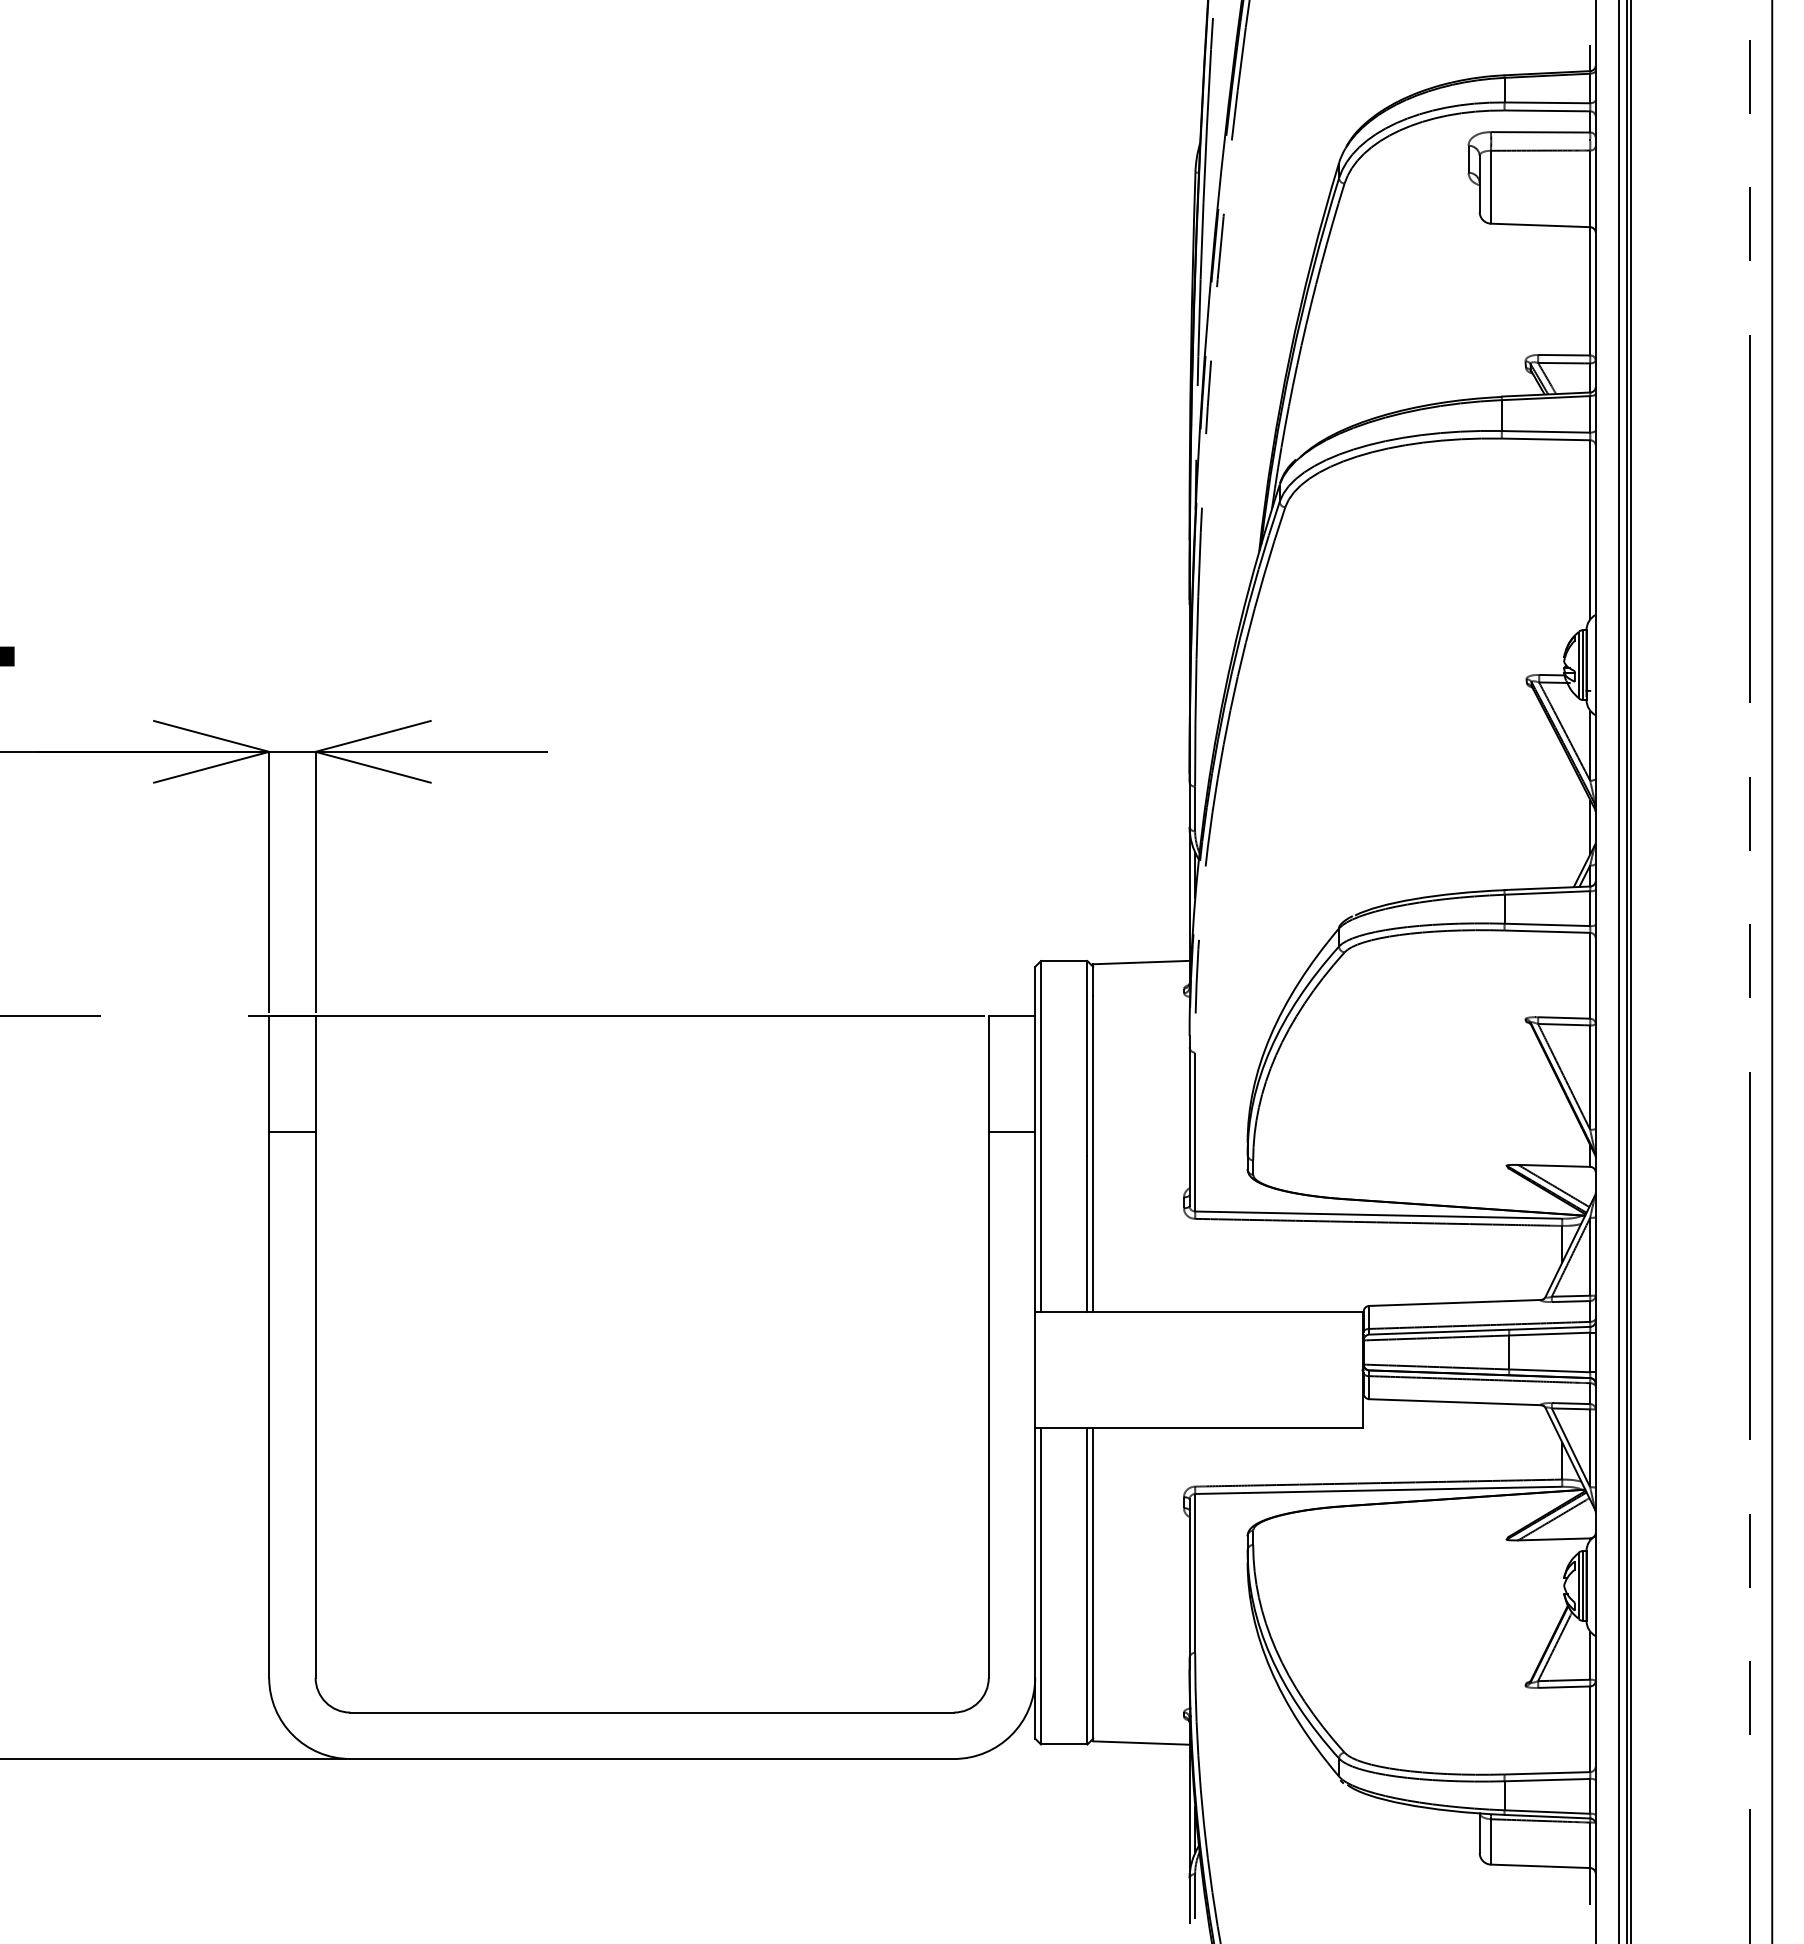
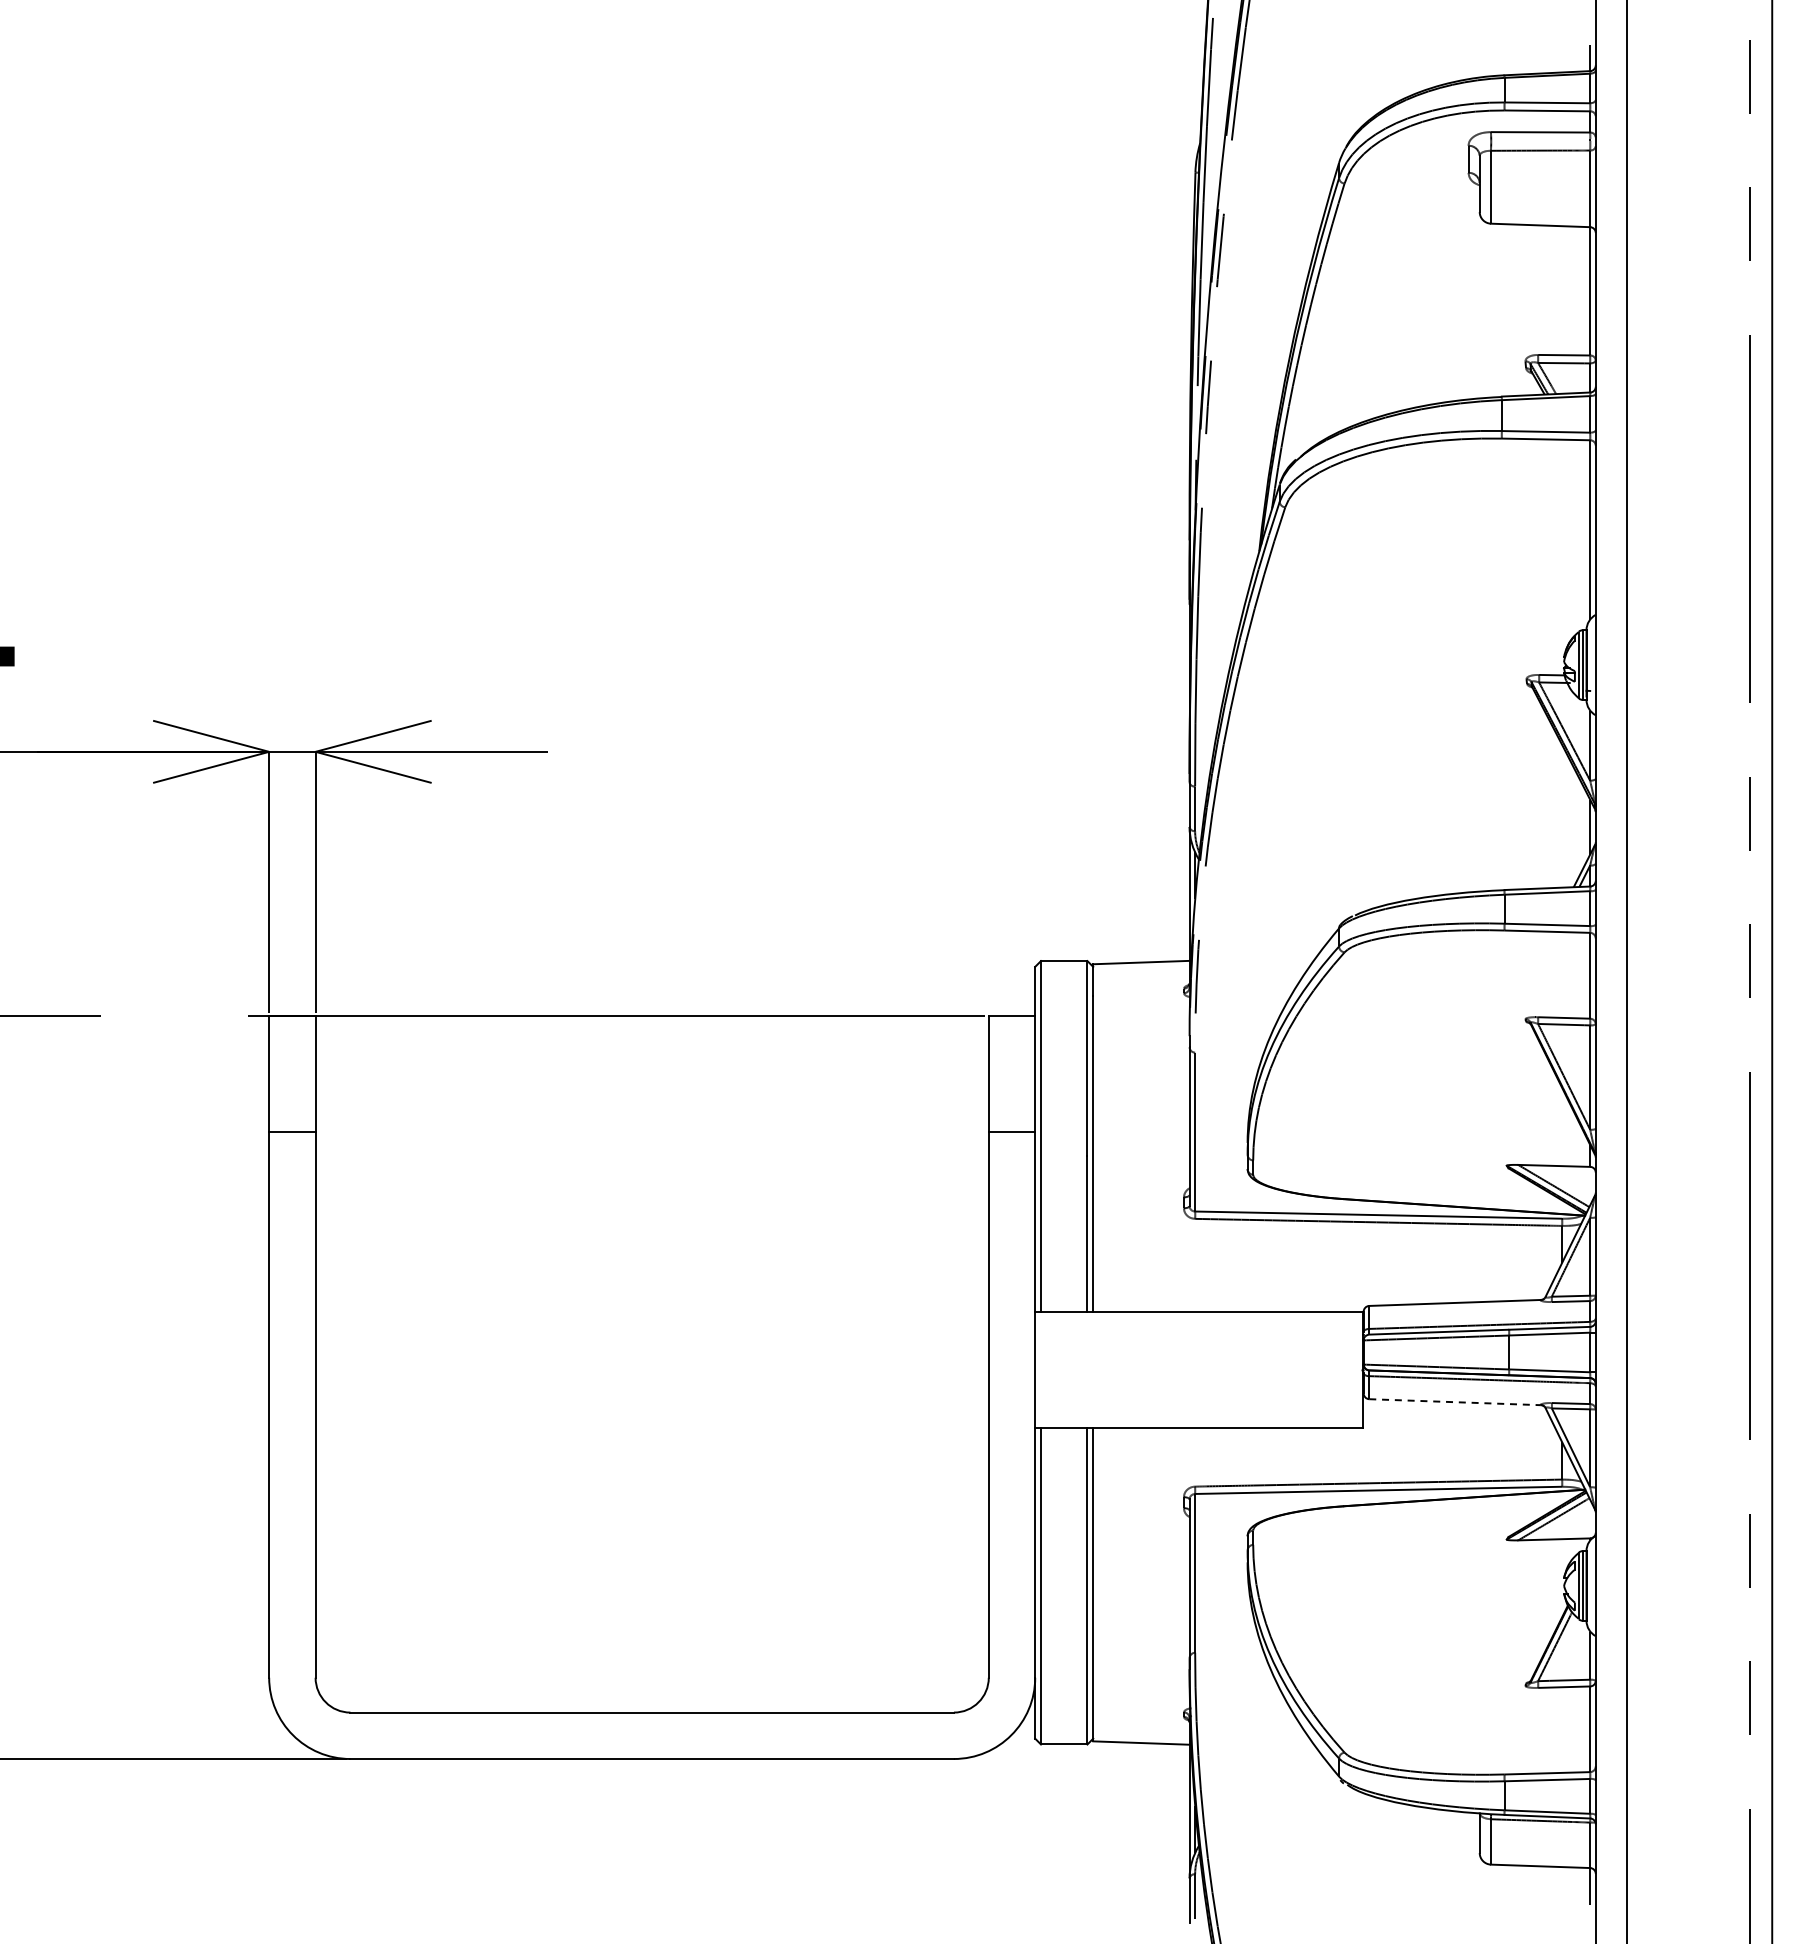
line at (1619, 971): present -> none
line at (1630, 971): present -> none
line at (1455, 1402): solid -> dashed
